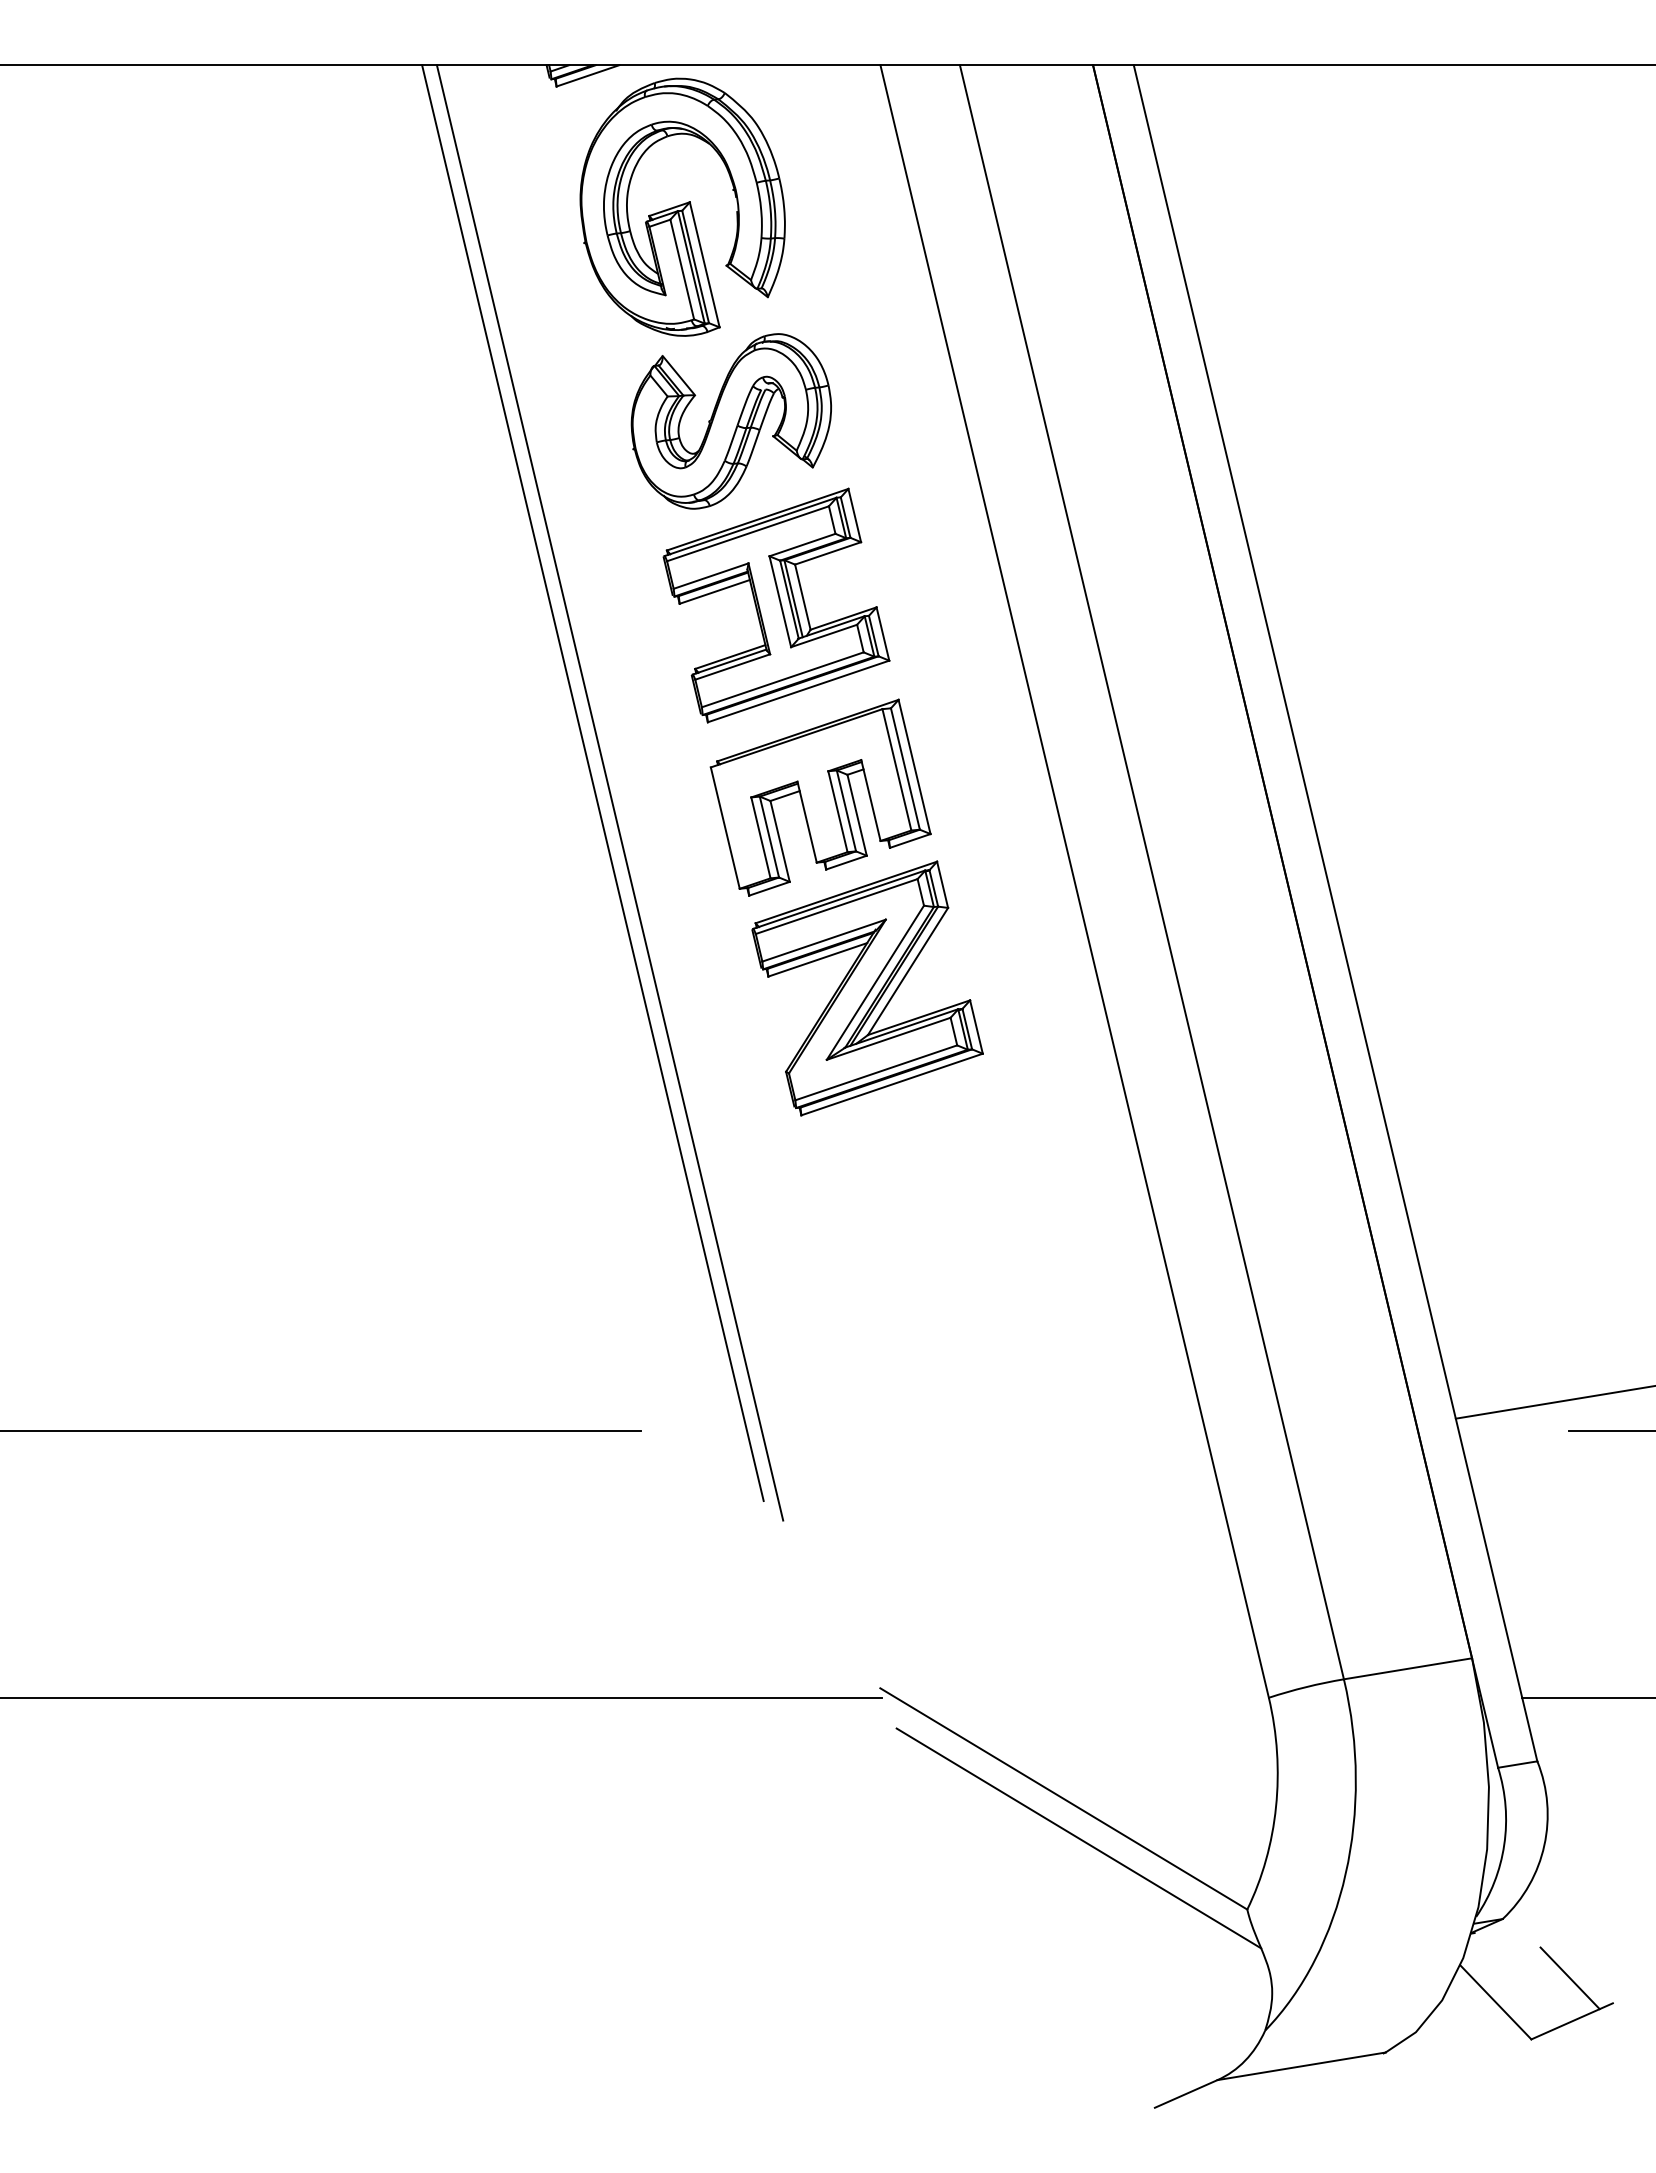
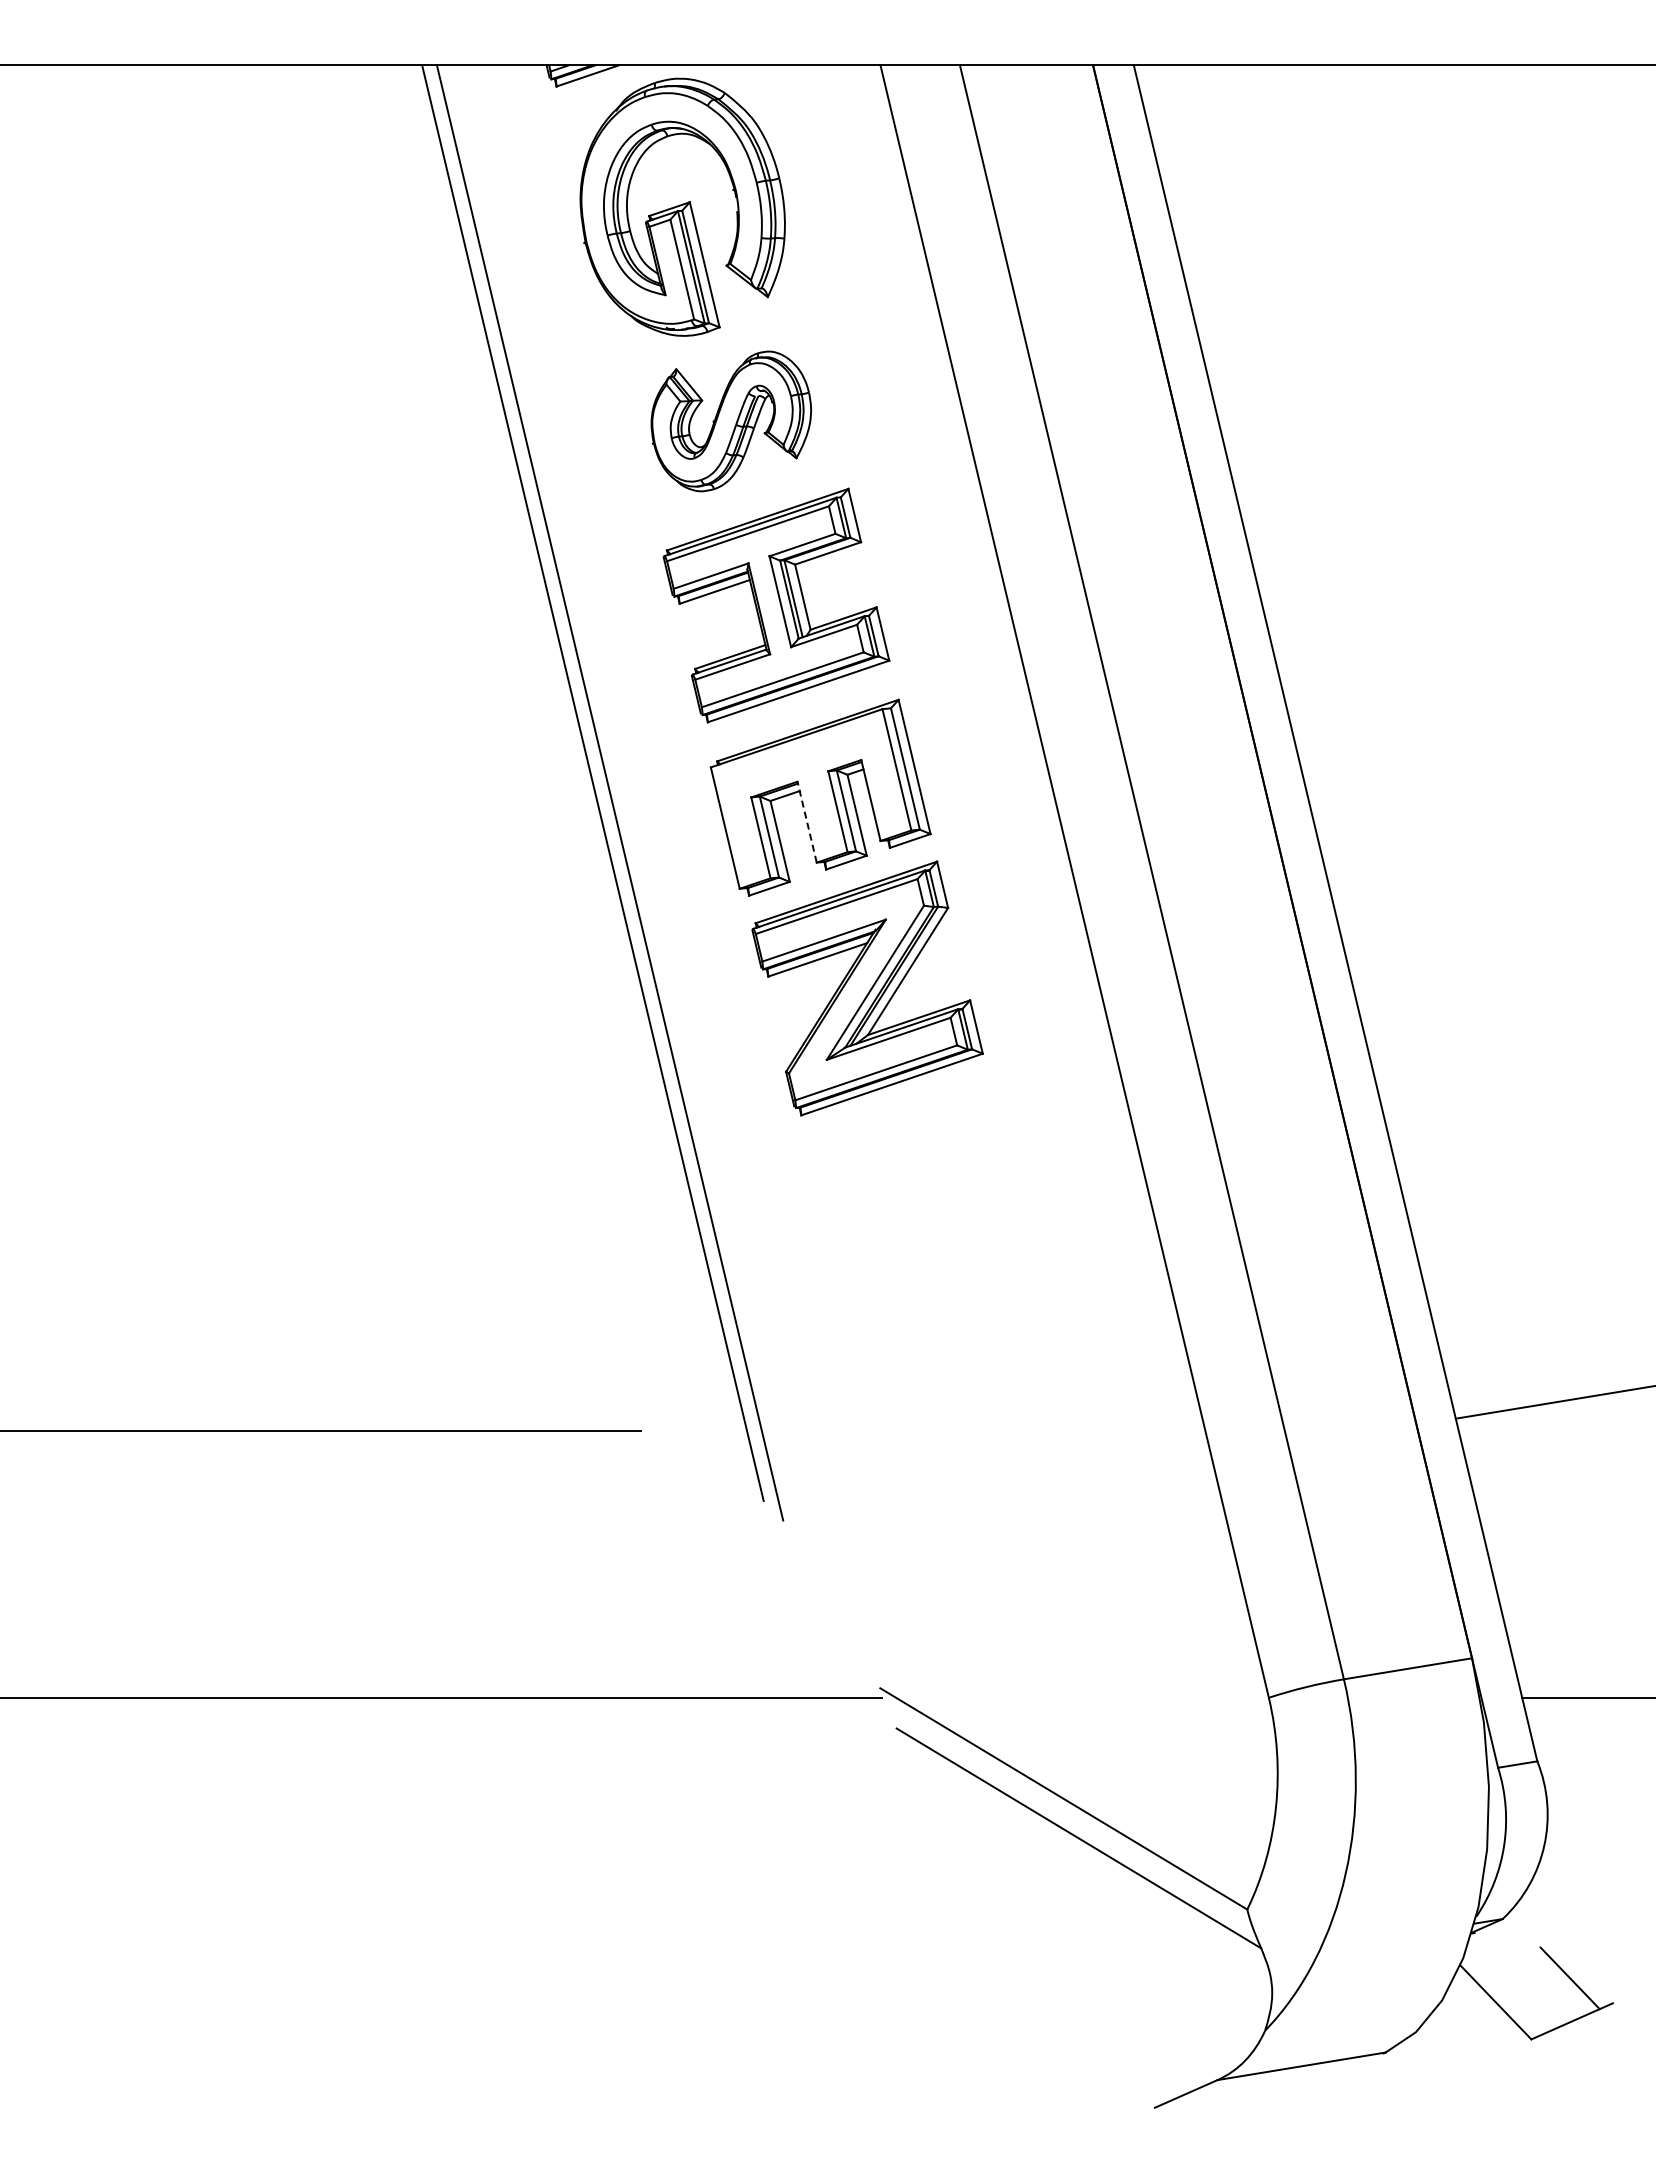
part at (730, 421) size: 202x177 px -> 163x143 px
line at (807, 822): solid -> dashed
line at (1610, 1431): present -> none
